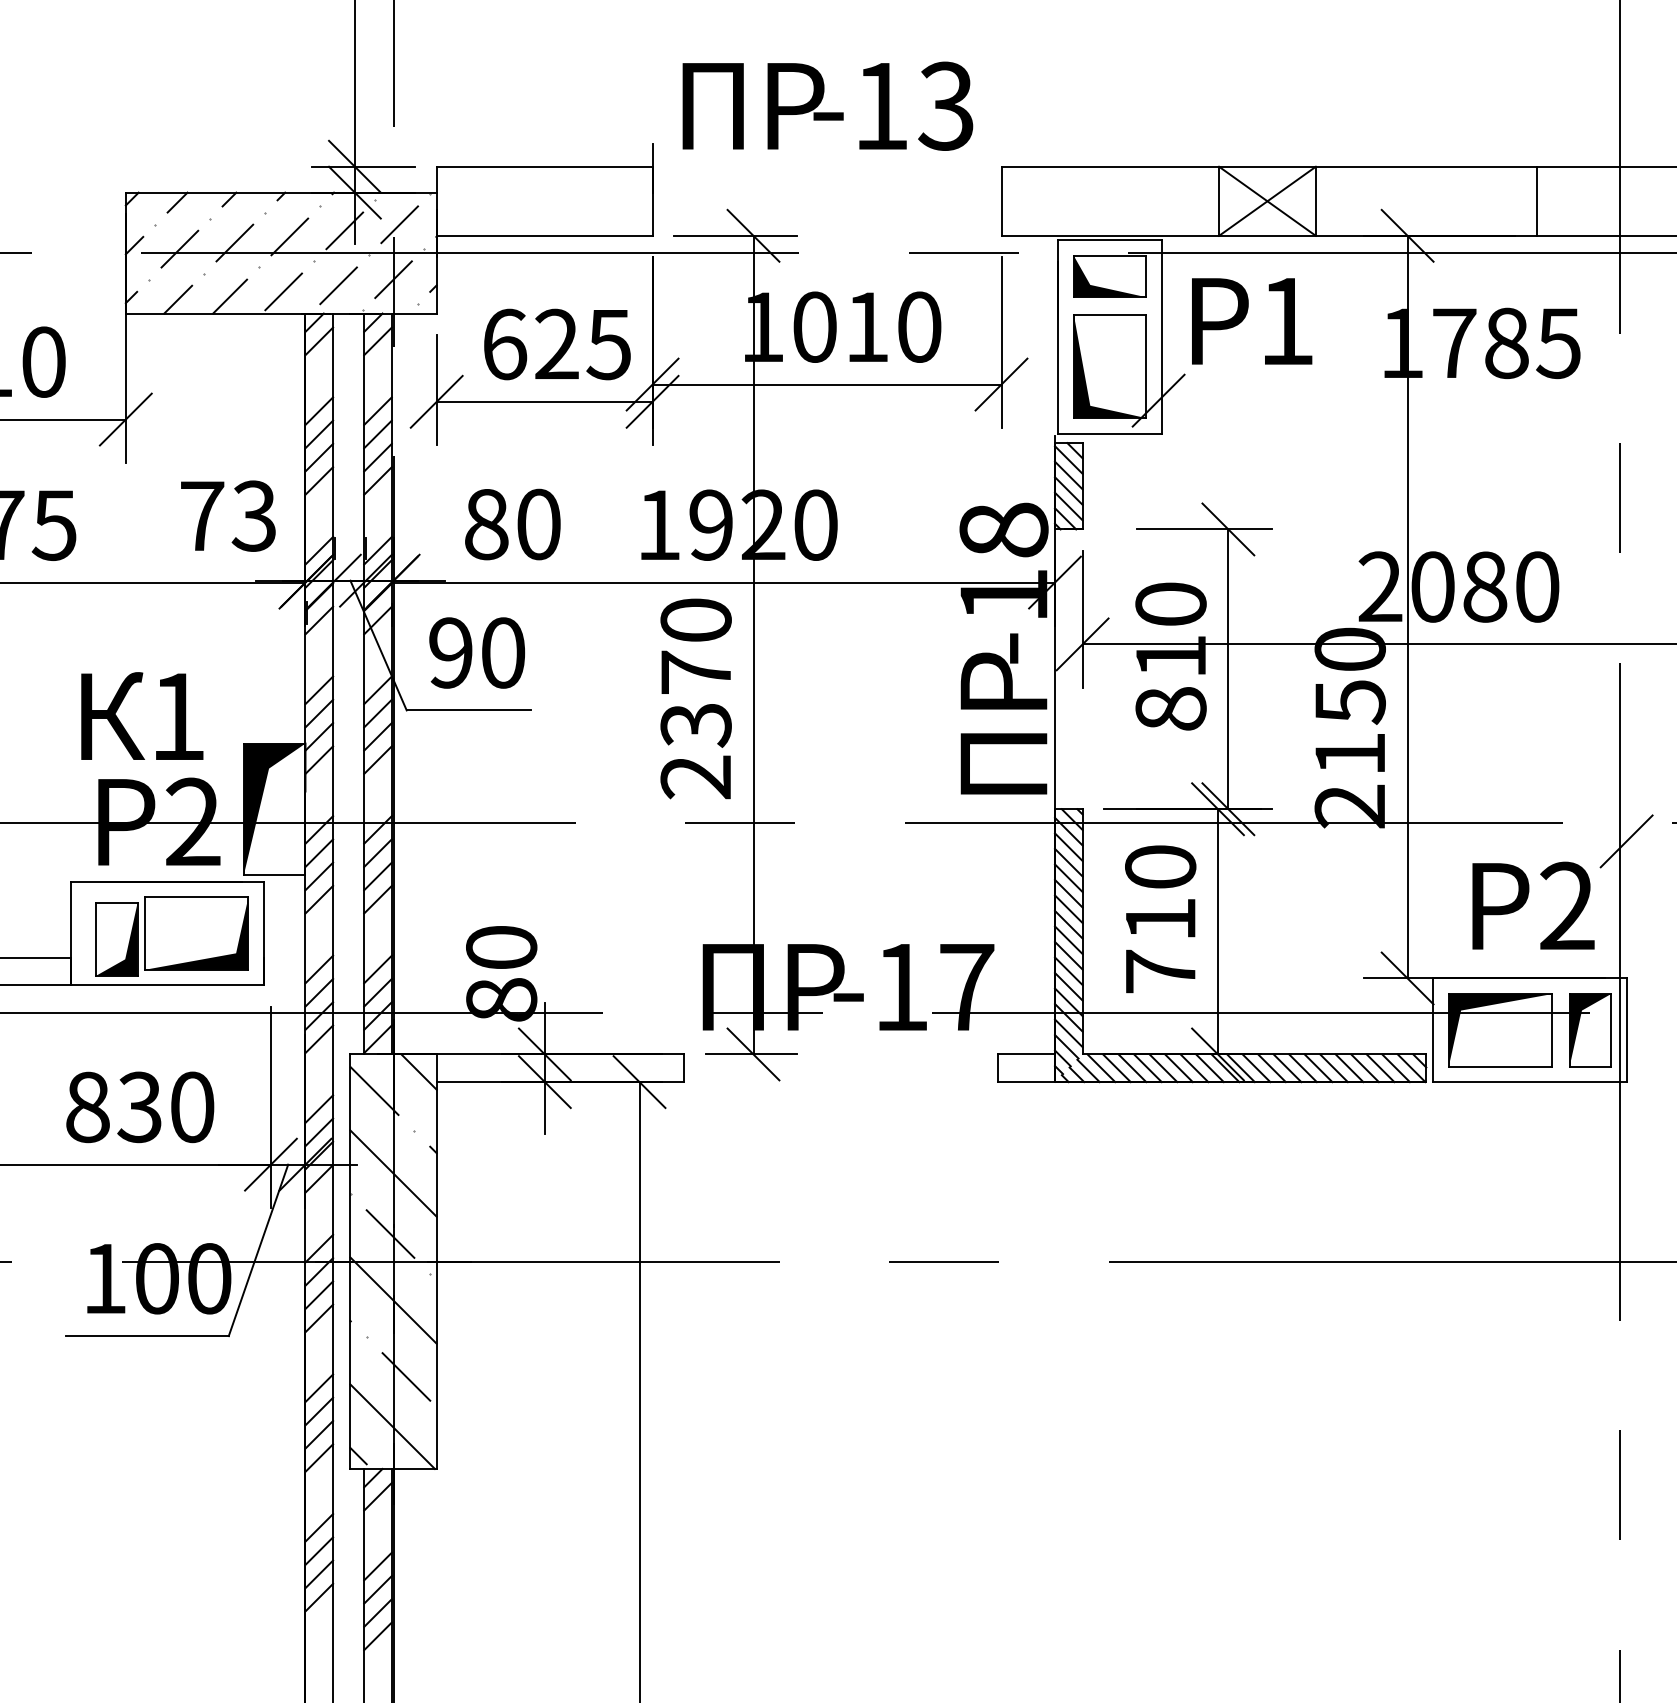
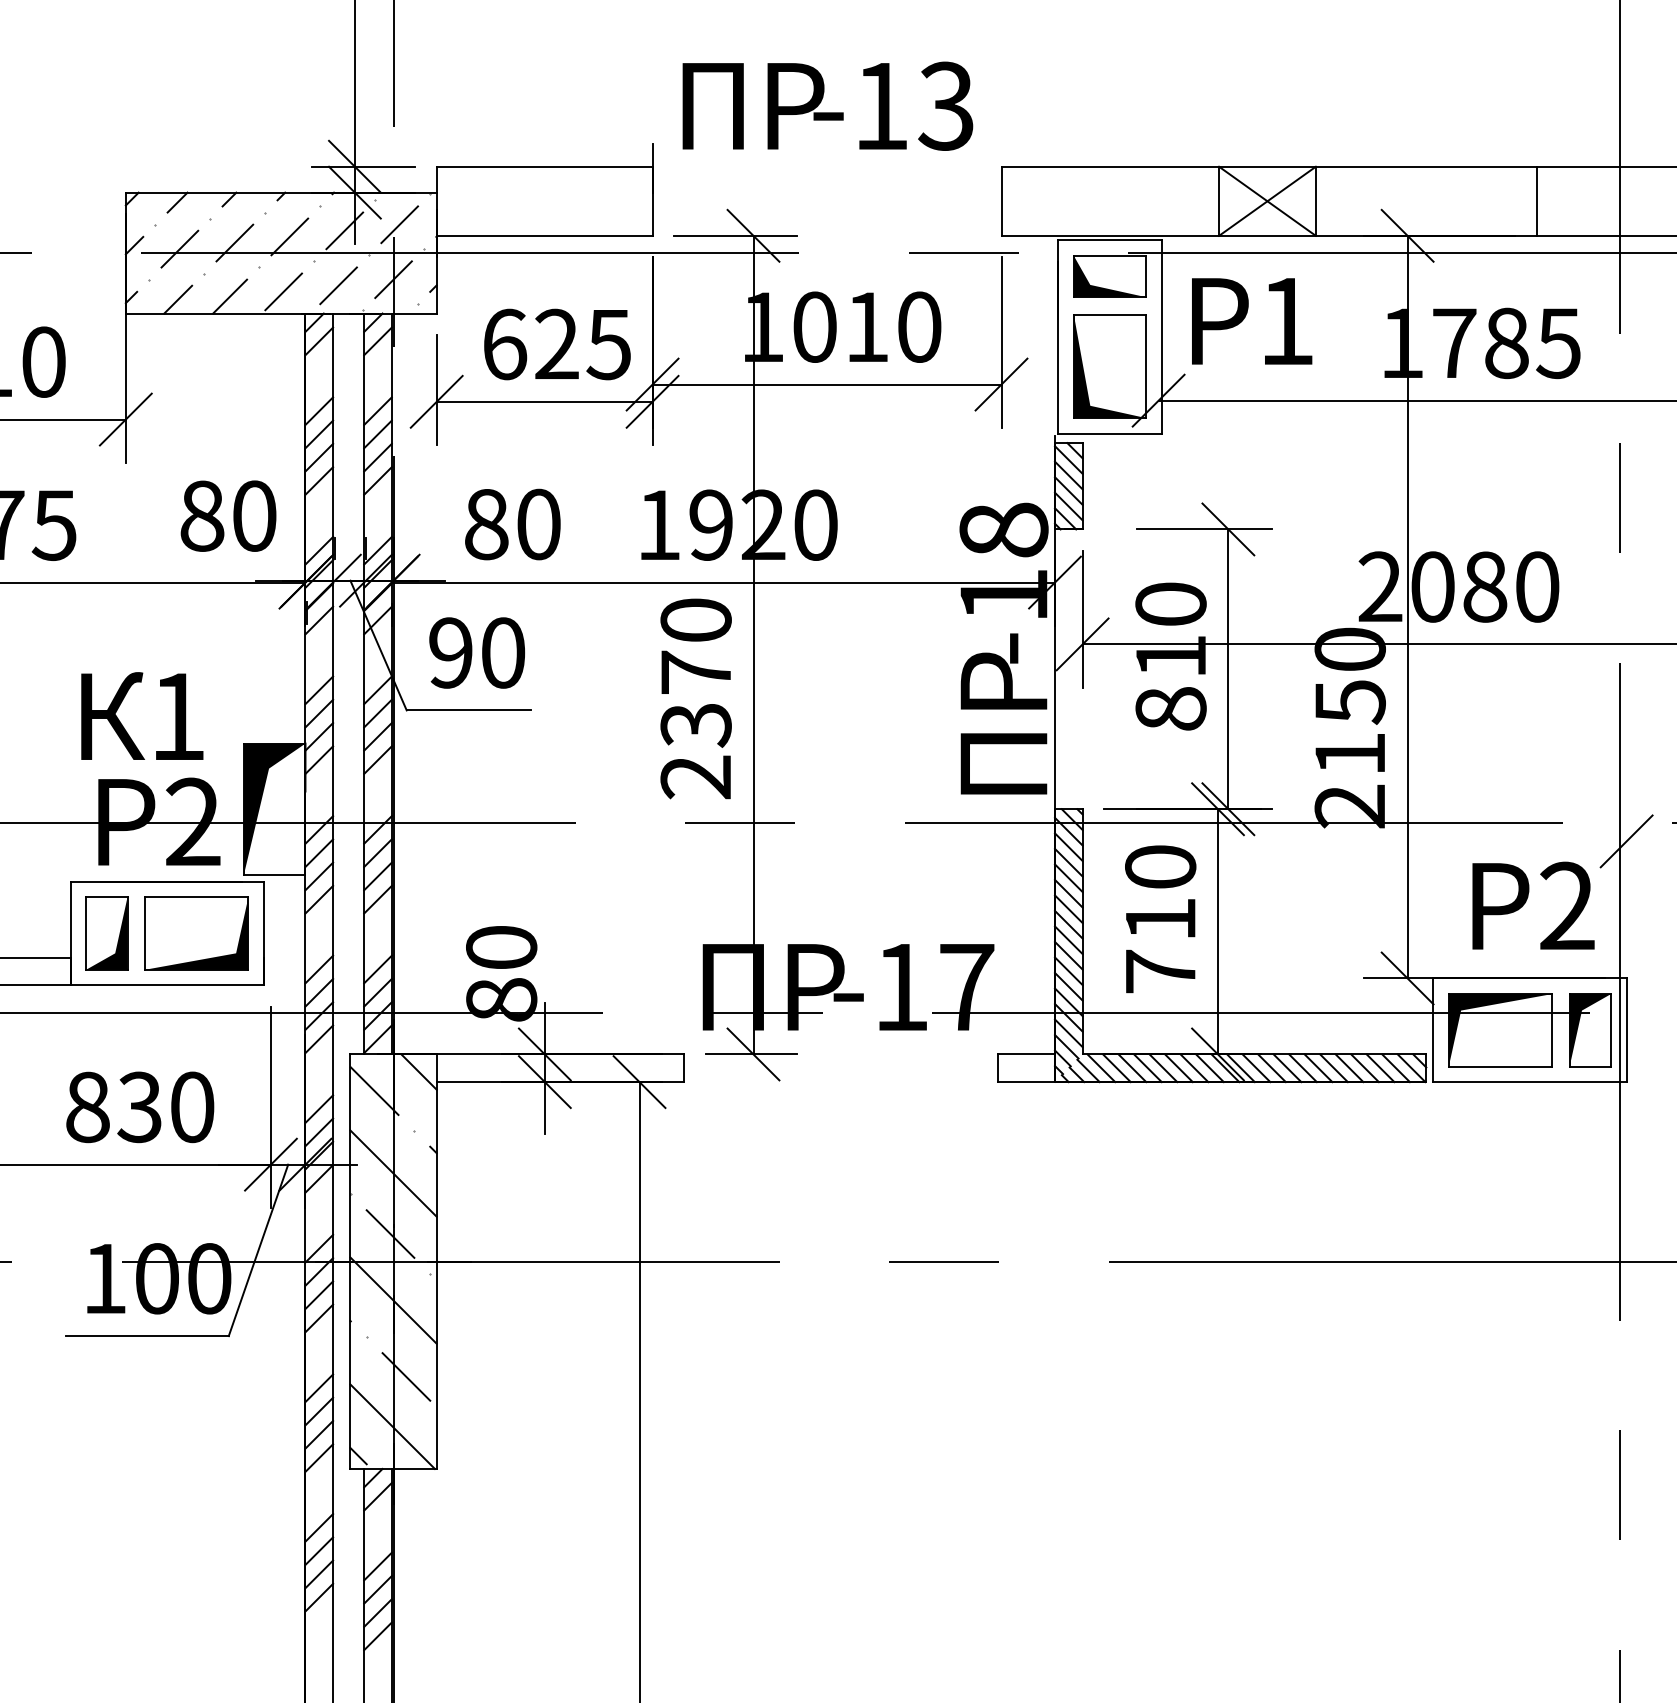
line at (1415, 400): none -> present
text at (228, 515): 73 -> 80
part at (116, 939) position: (116, 939) -> (106, 933)
